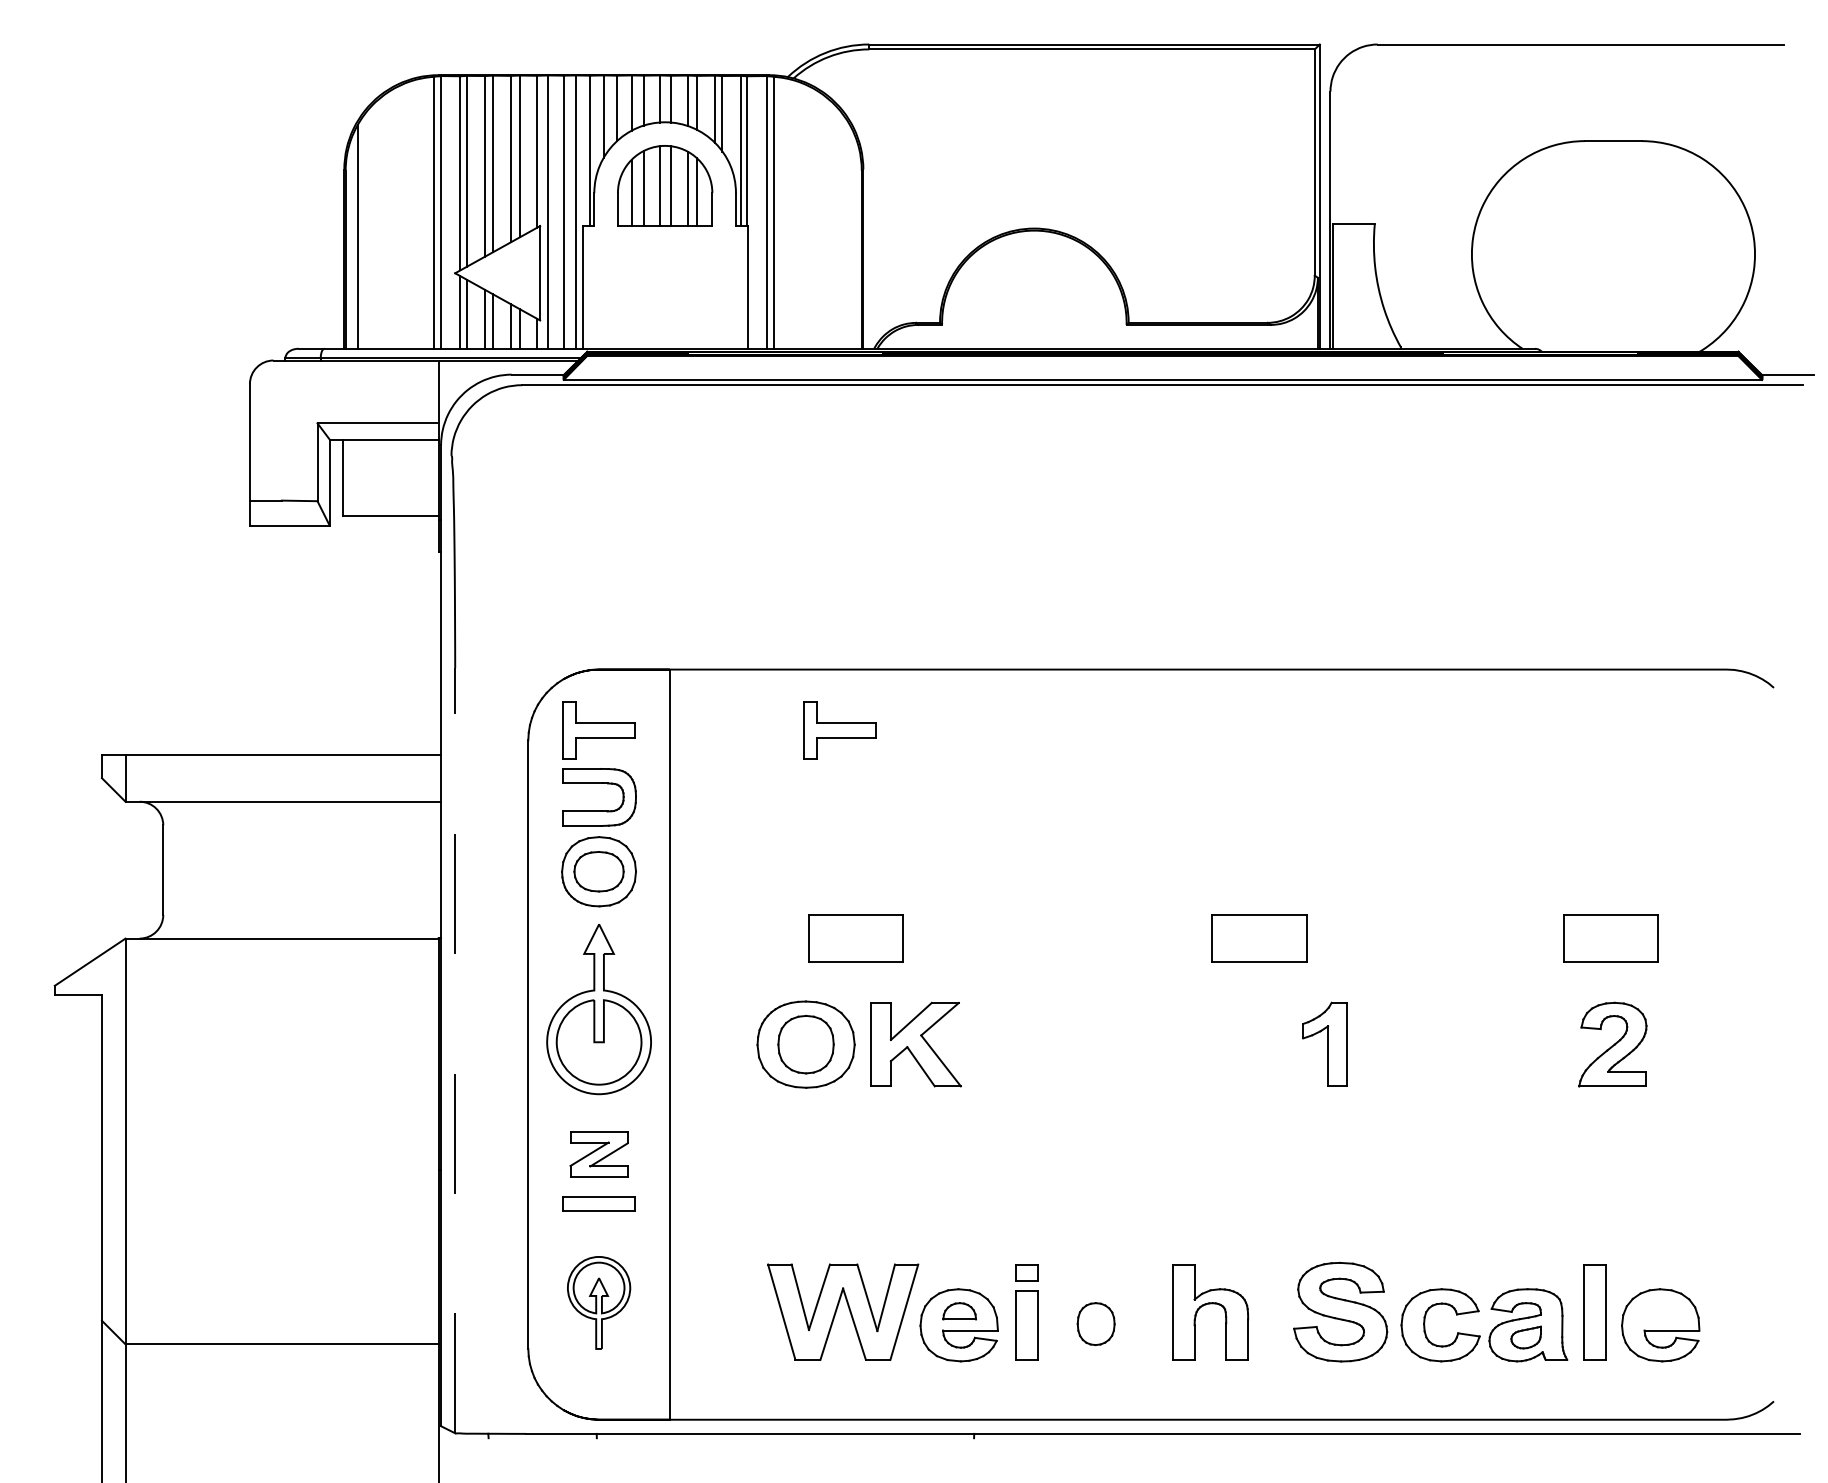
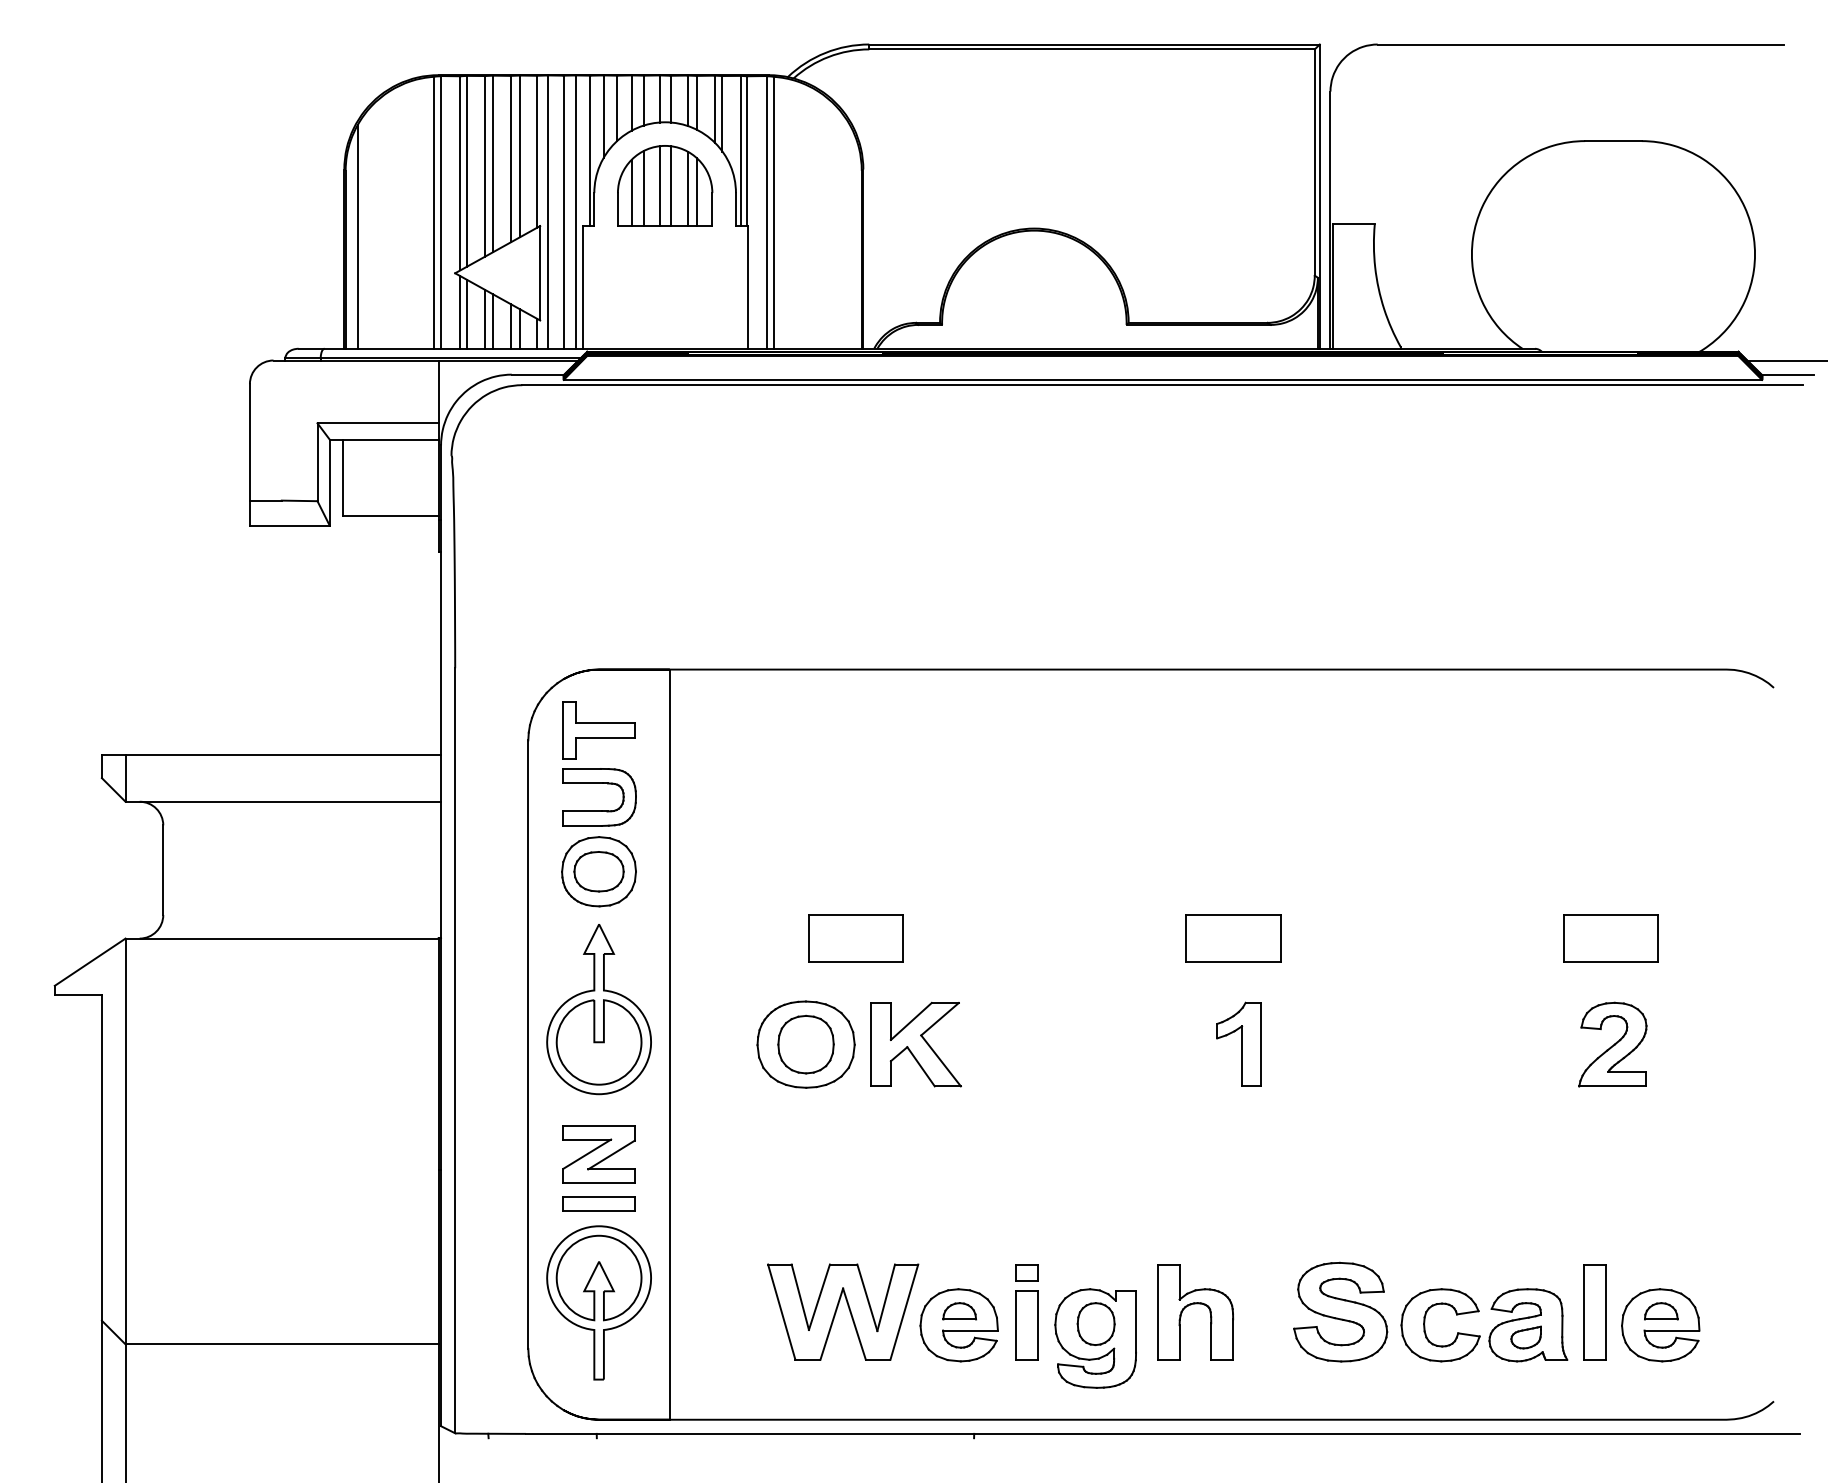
line at (1785, 360): none -> present
part at (839, 730): present -> none
part at (1259, 938) position: (1259, 938) -> (1233, 938)
part at (1324, 1043) position: (1324, 1043) -> (1238, 1043)
line at (455, 1050): dashed -> solid
part at (598, 1154) size: 60x47 px -> 74x59 px
part at (599, 1302) size: 65x94 px -> 106x156 px
part at (1210, 1304) position: (1210, 1304) -> (1195, 1304)
part at (1661, 1311): none -> present
part at (1095, 1338): none -> present
